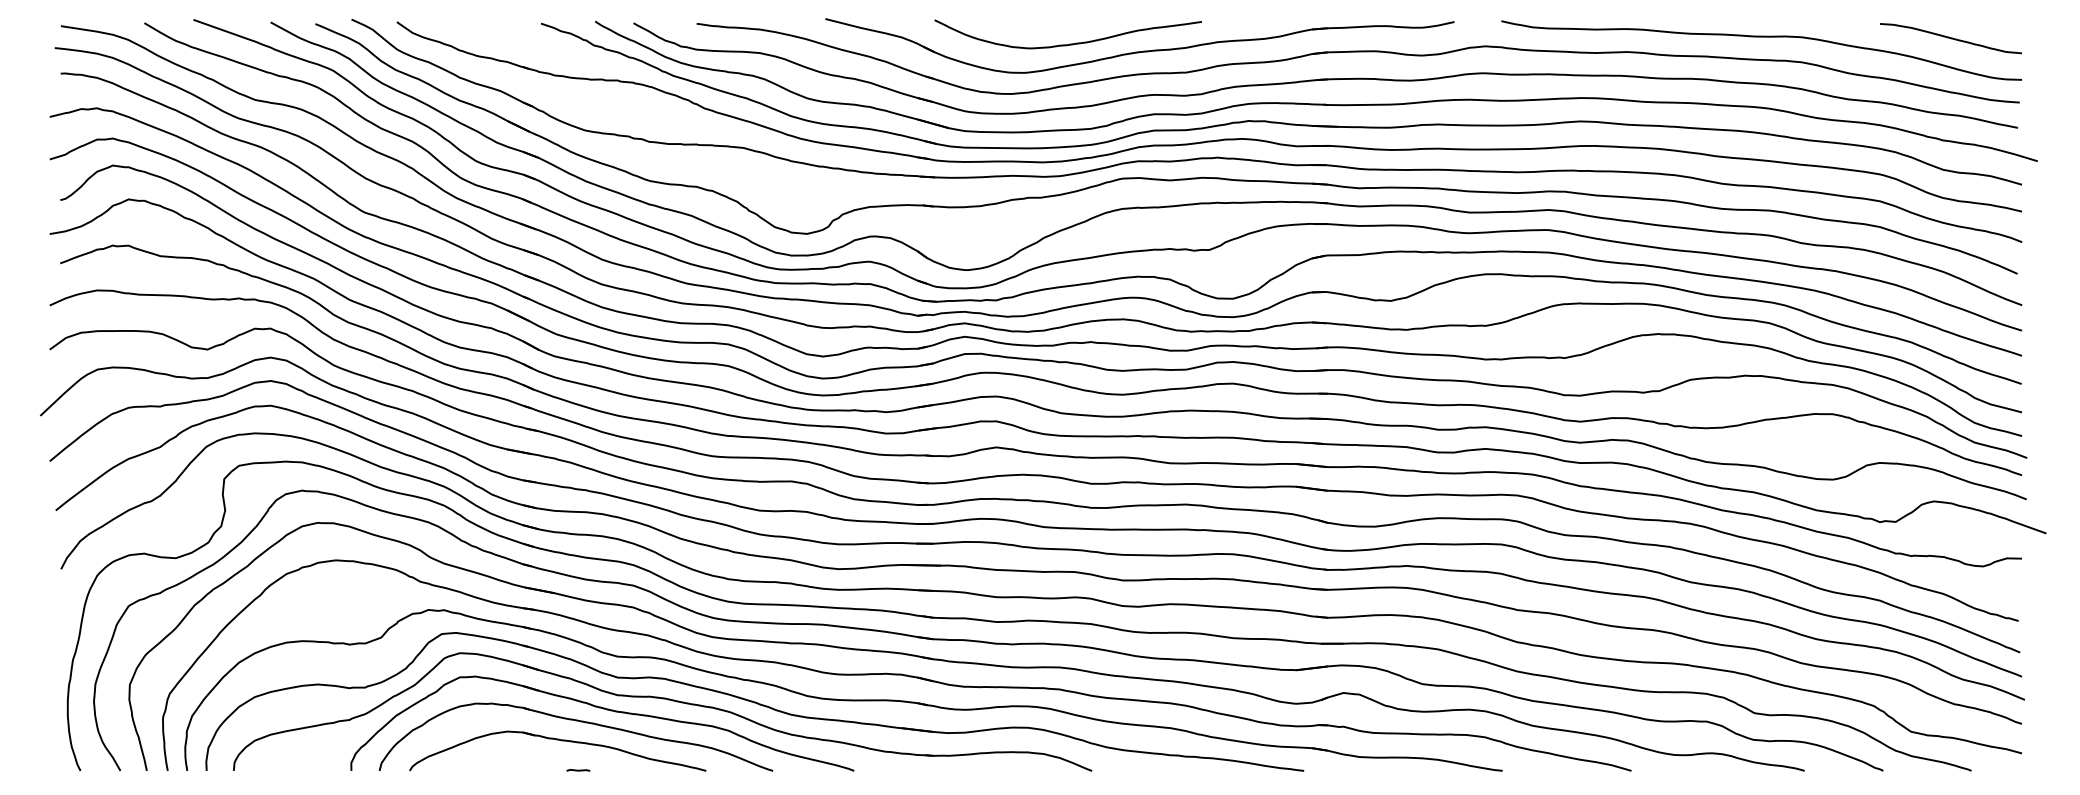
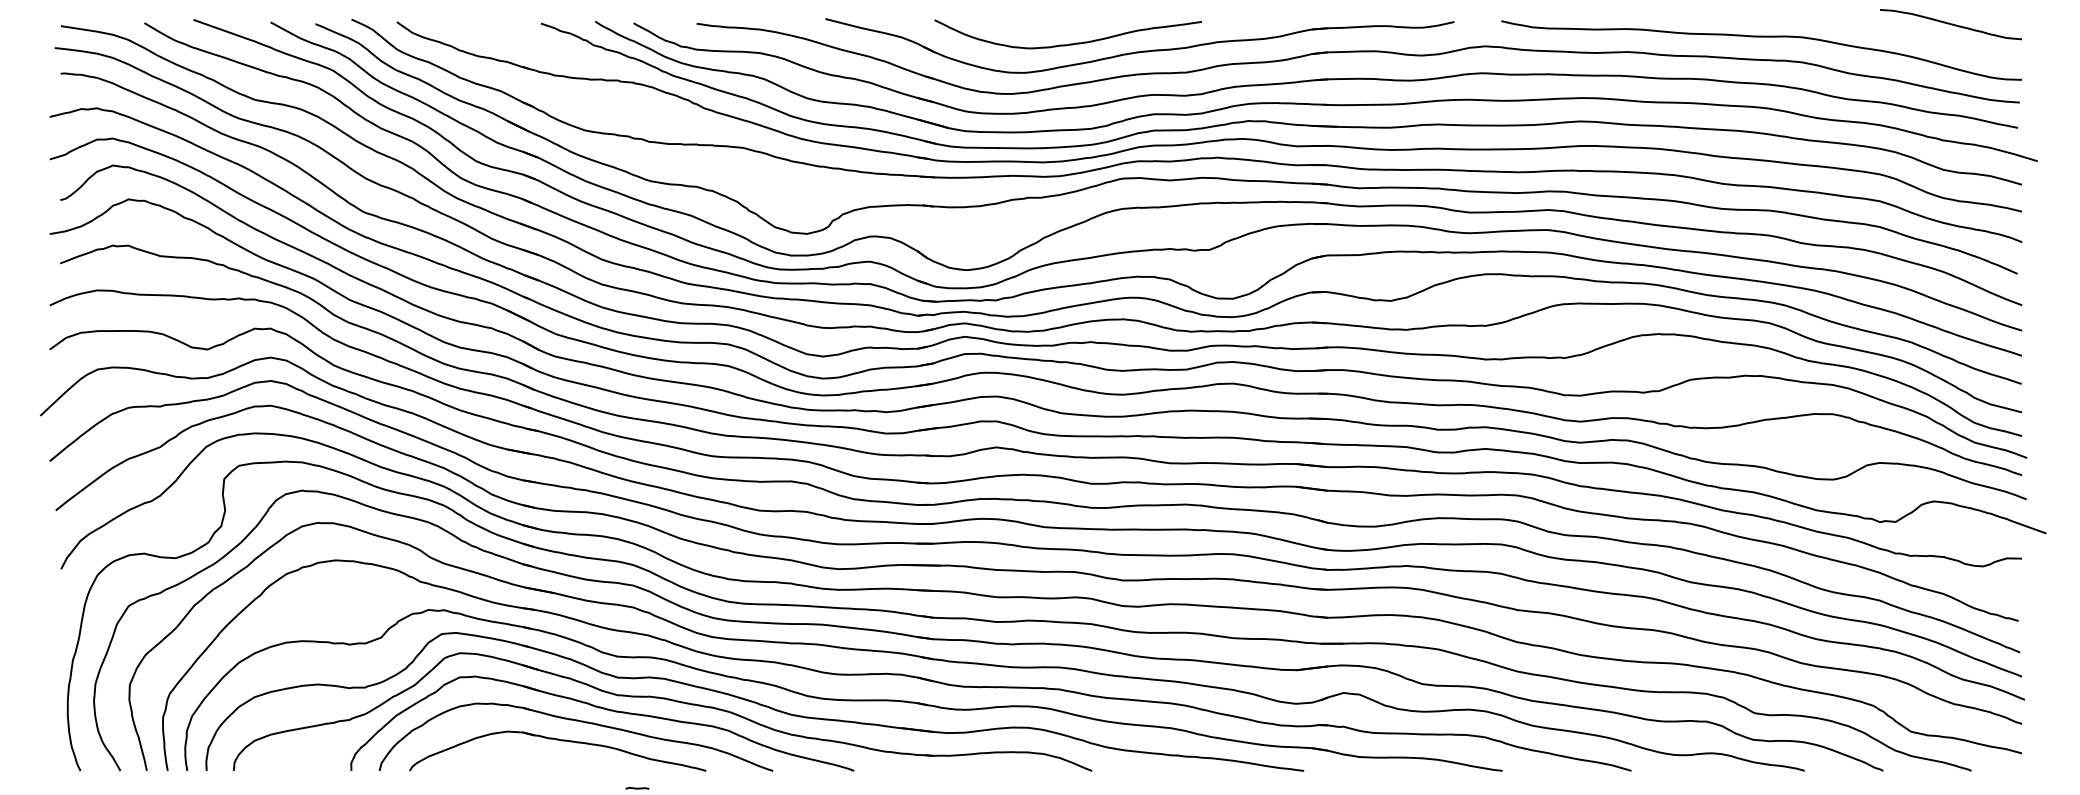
curve at (1950, 38) position: (1950, 38) -> (1950, 24)
line at (578, 770) position: (578, 770) -> (637, 788)
